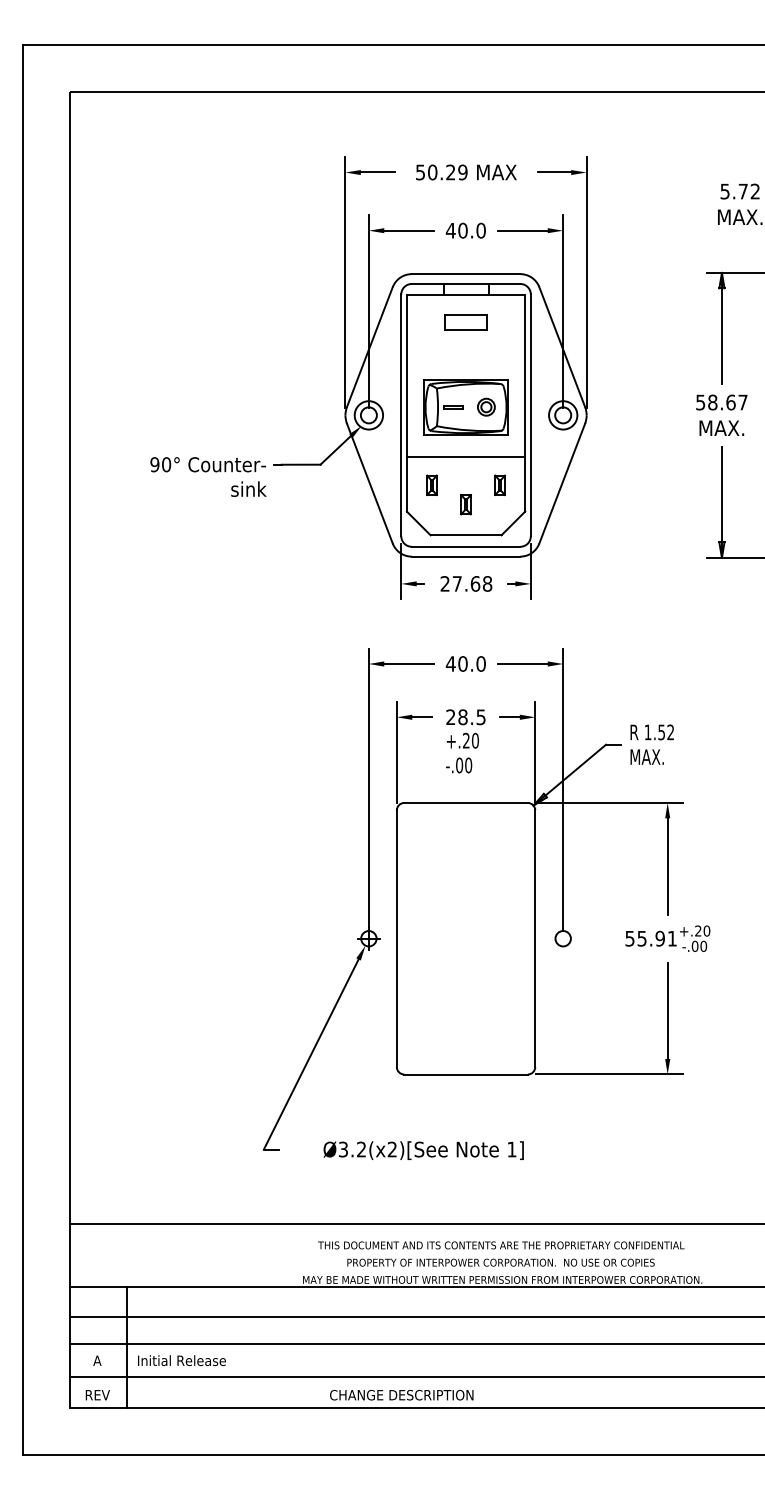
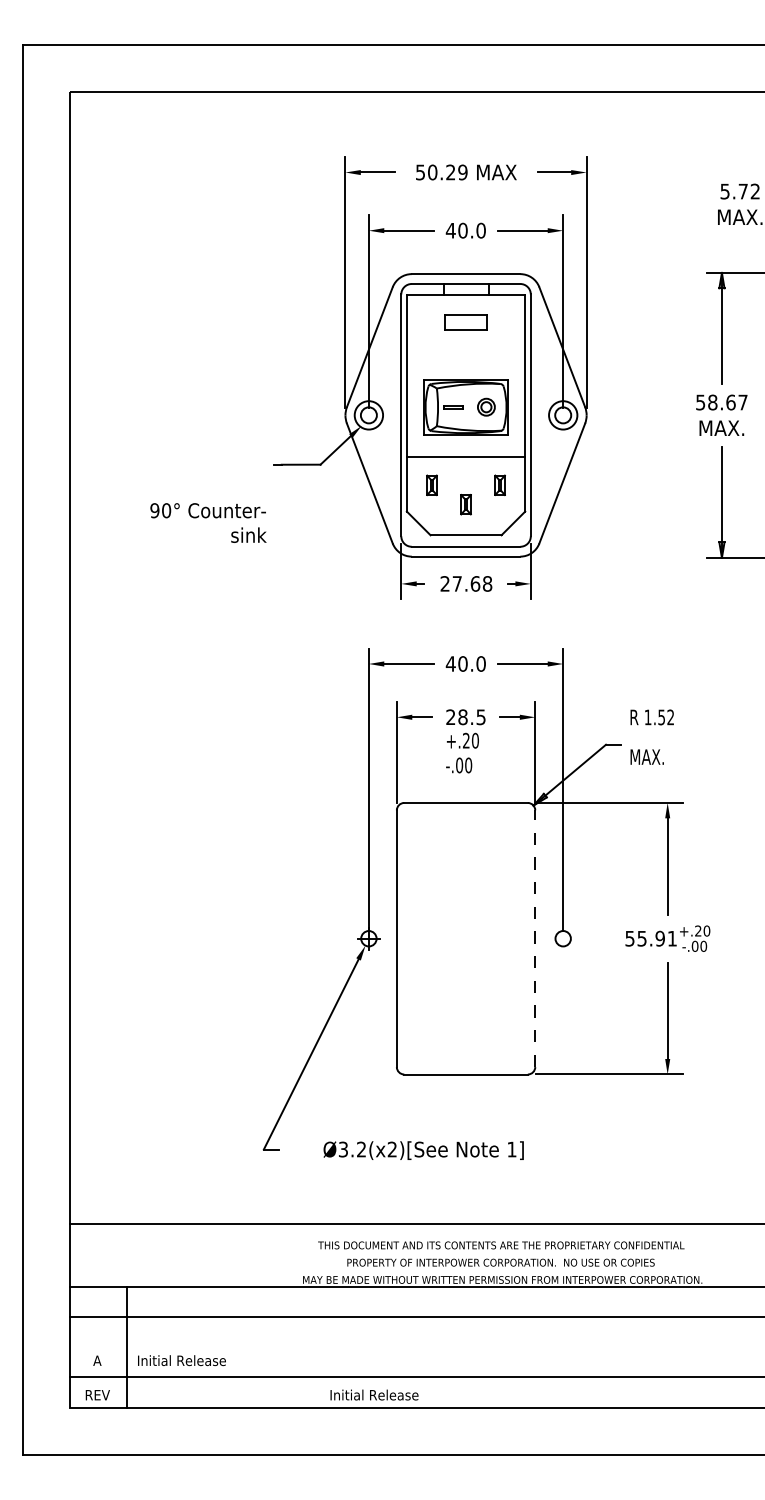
text at (208, 476) position: (208, 476) -> (208, 522)
text at (651, 732) position: (651, 732) -> (651, 717)
line at (535, 938): solid -> dashed
line at (415, 1343): present -> none
text at (401, 1394): CHANGE DESCRIPTION -> Initial Release
